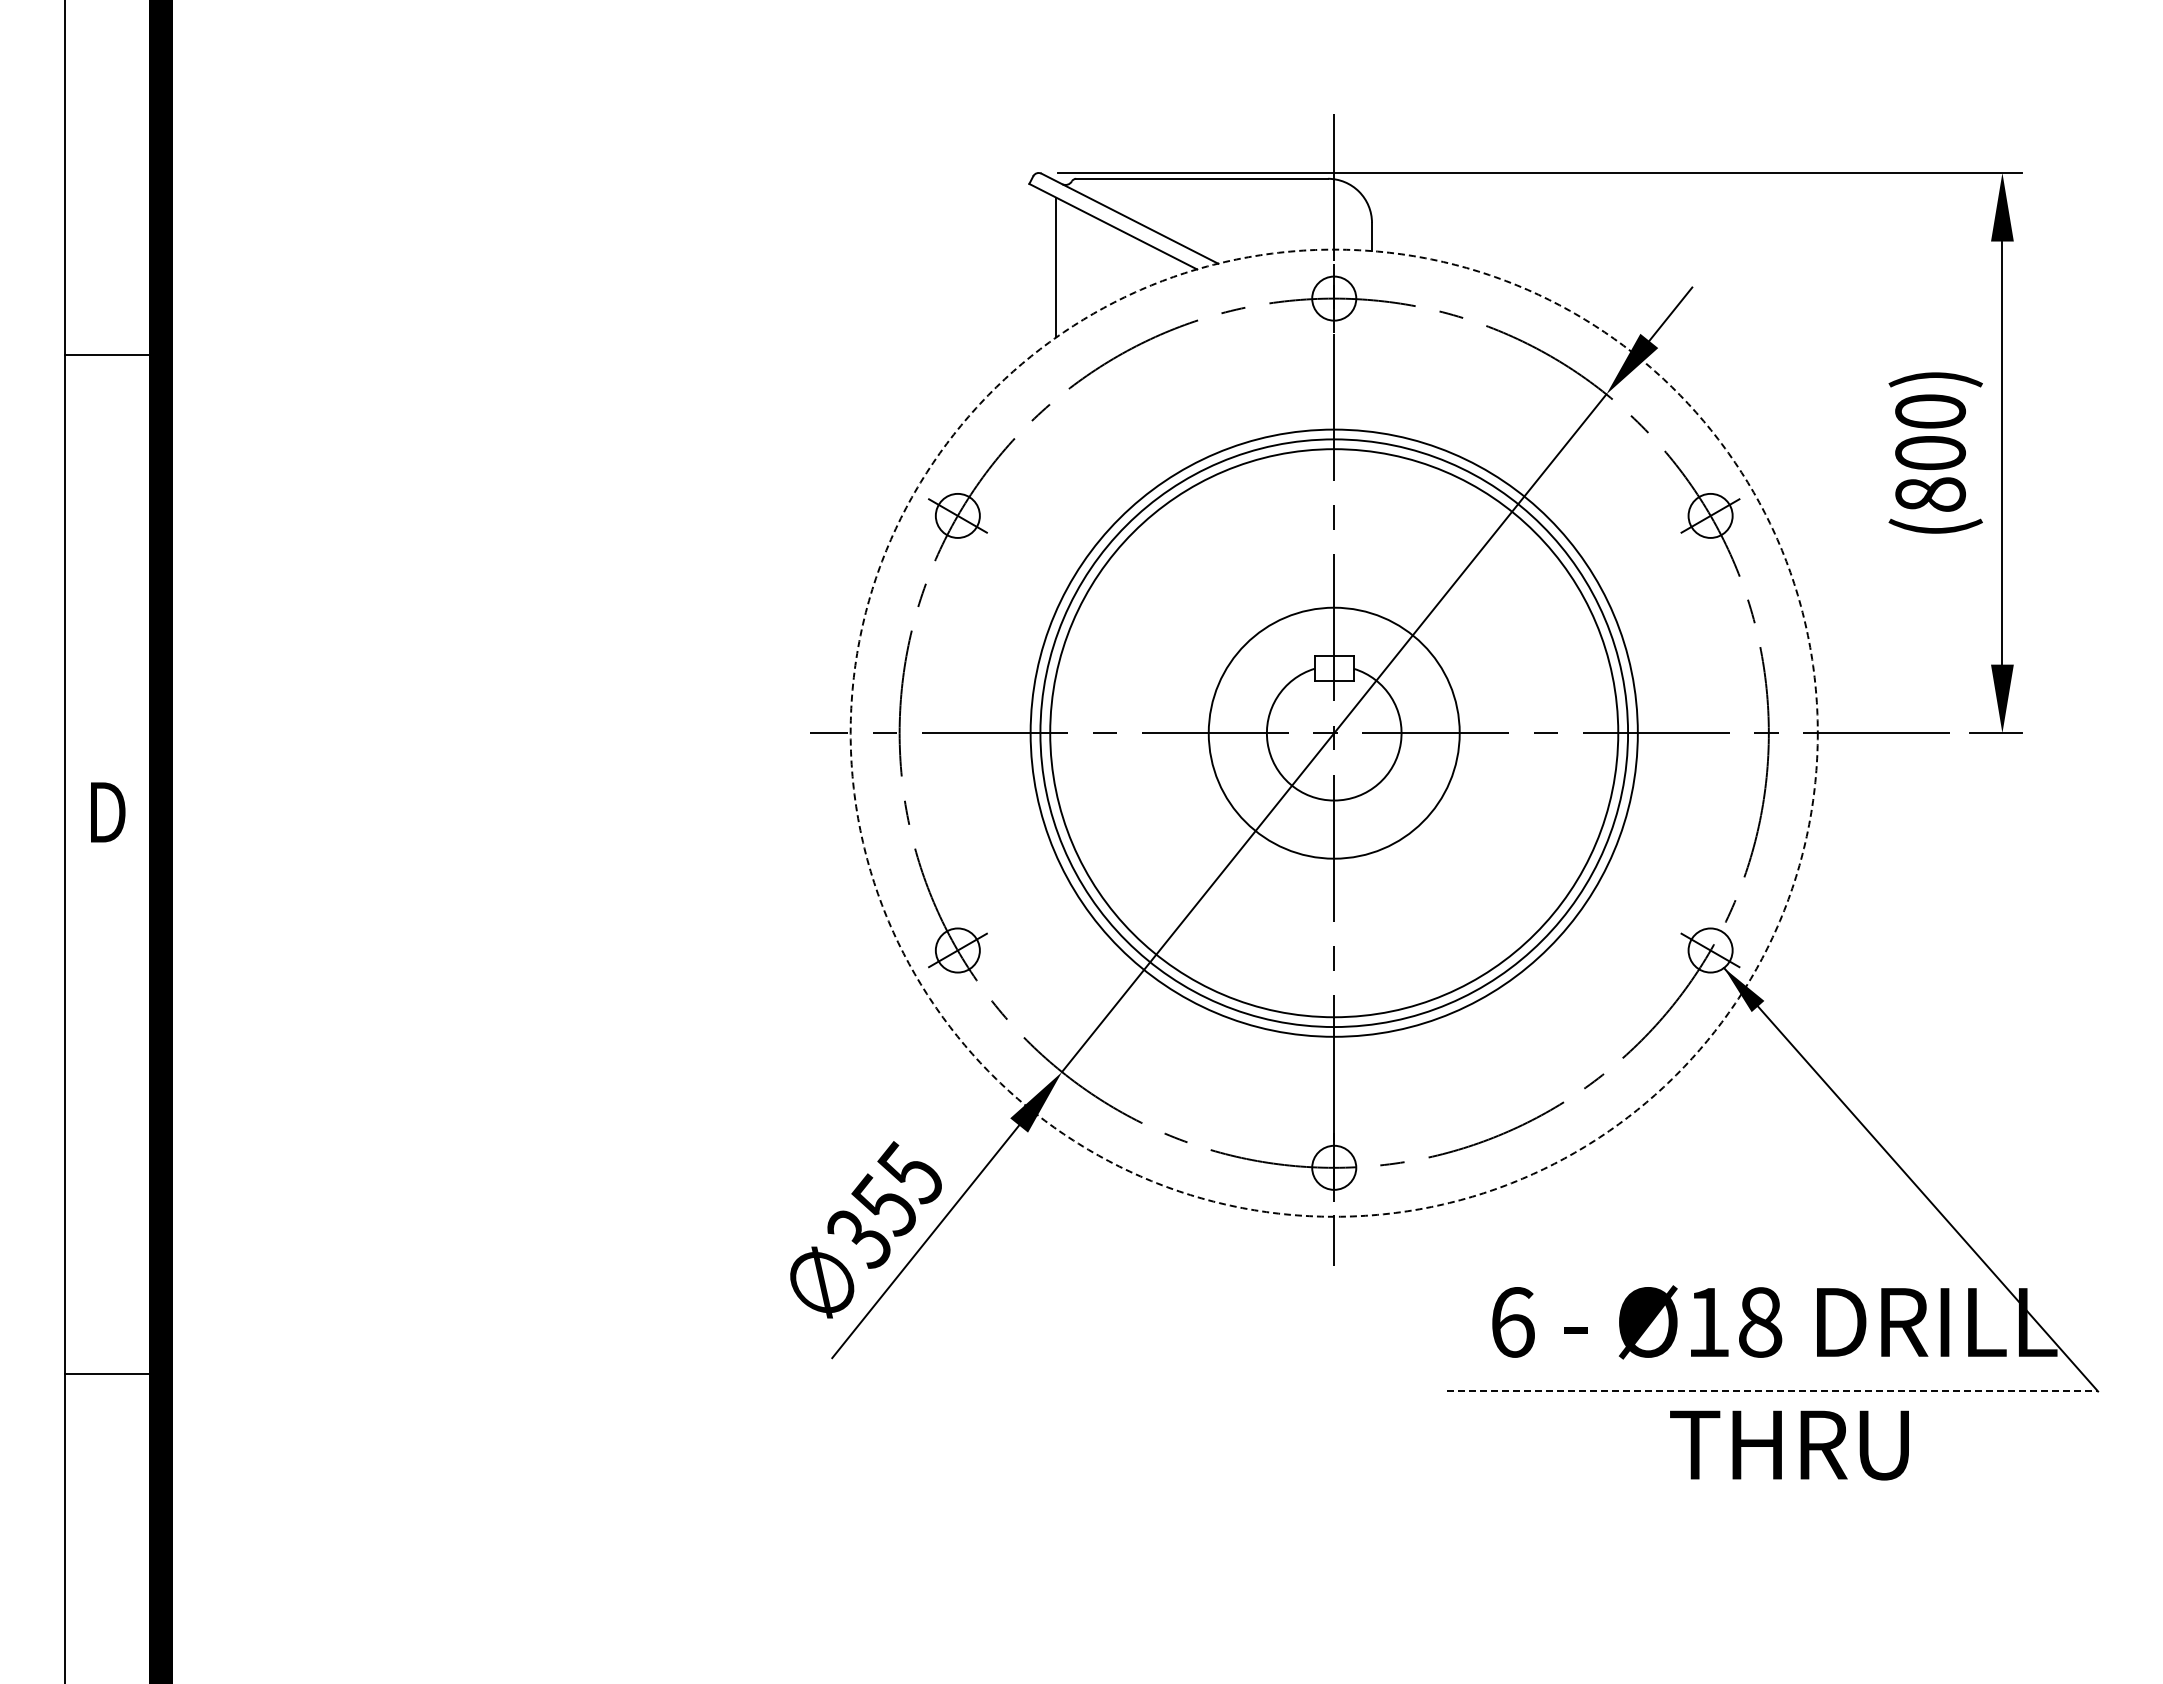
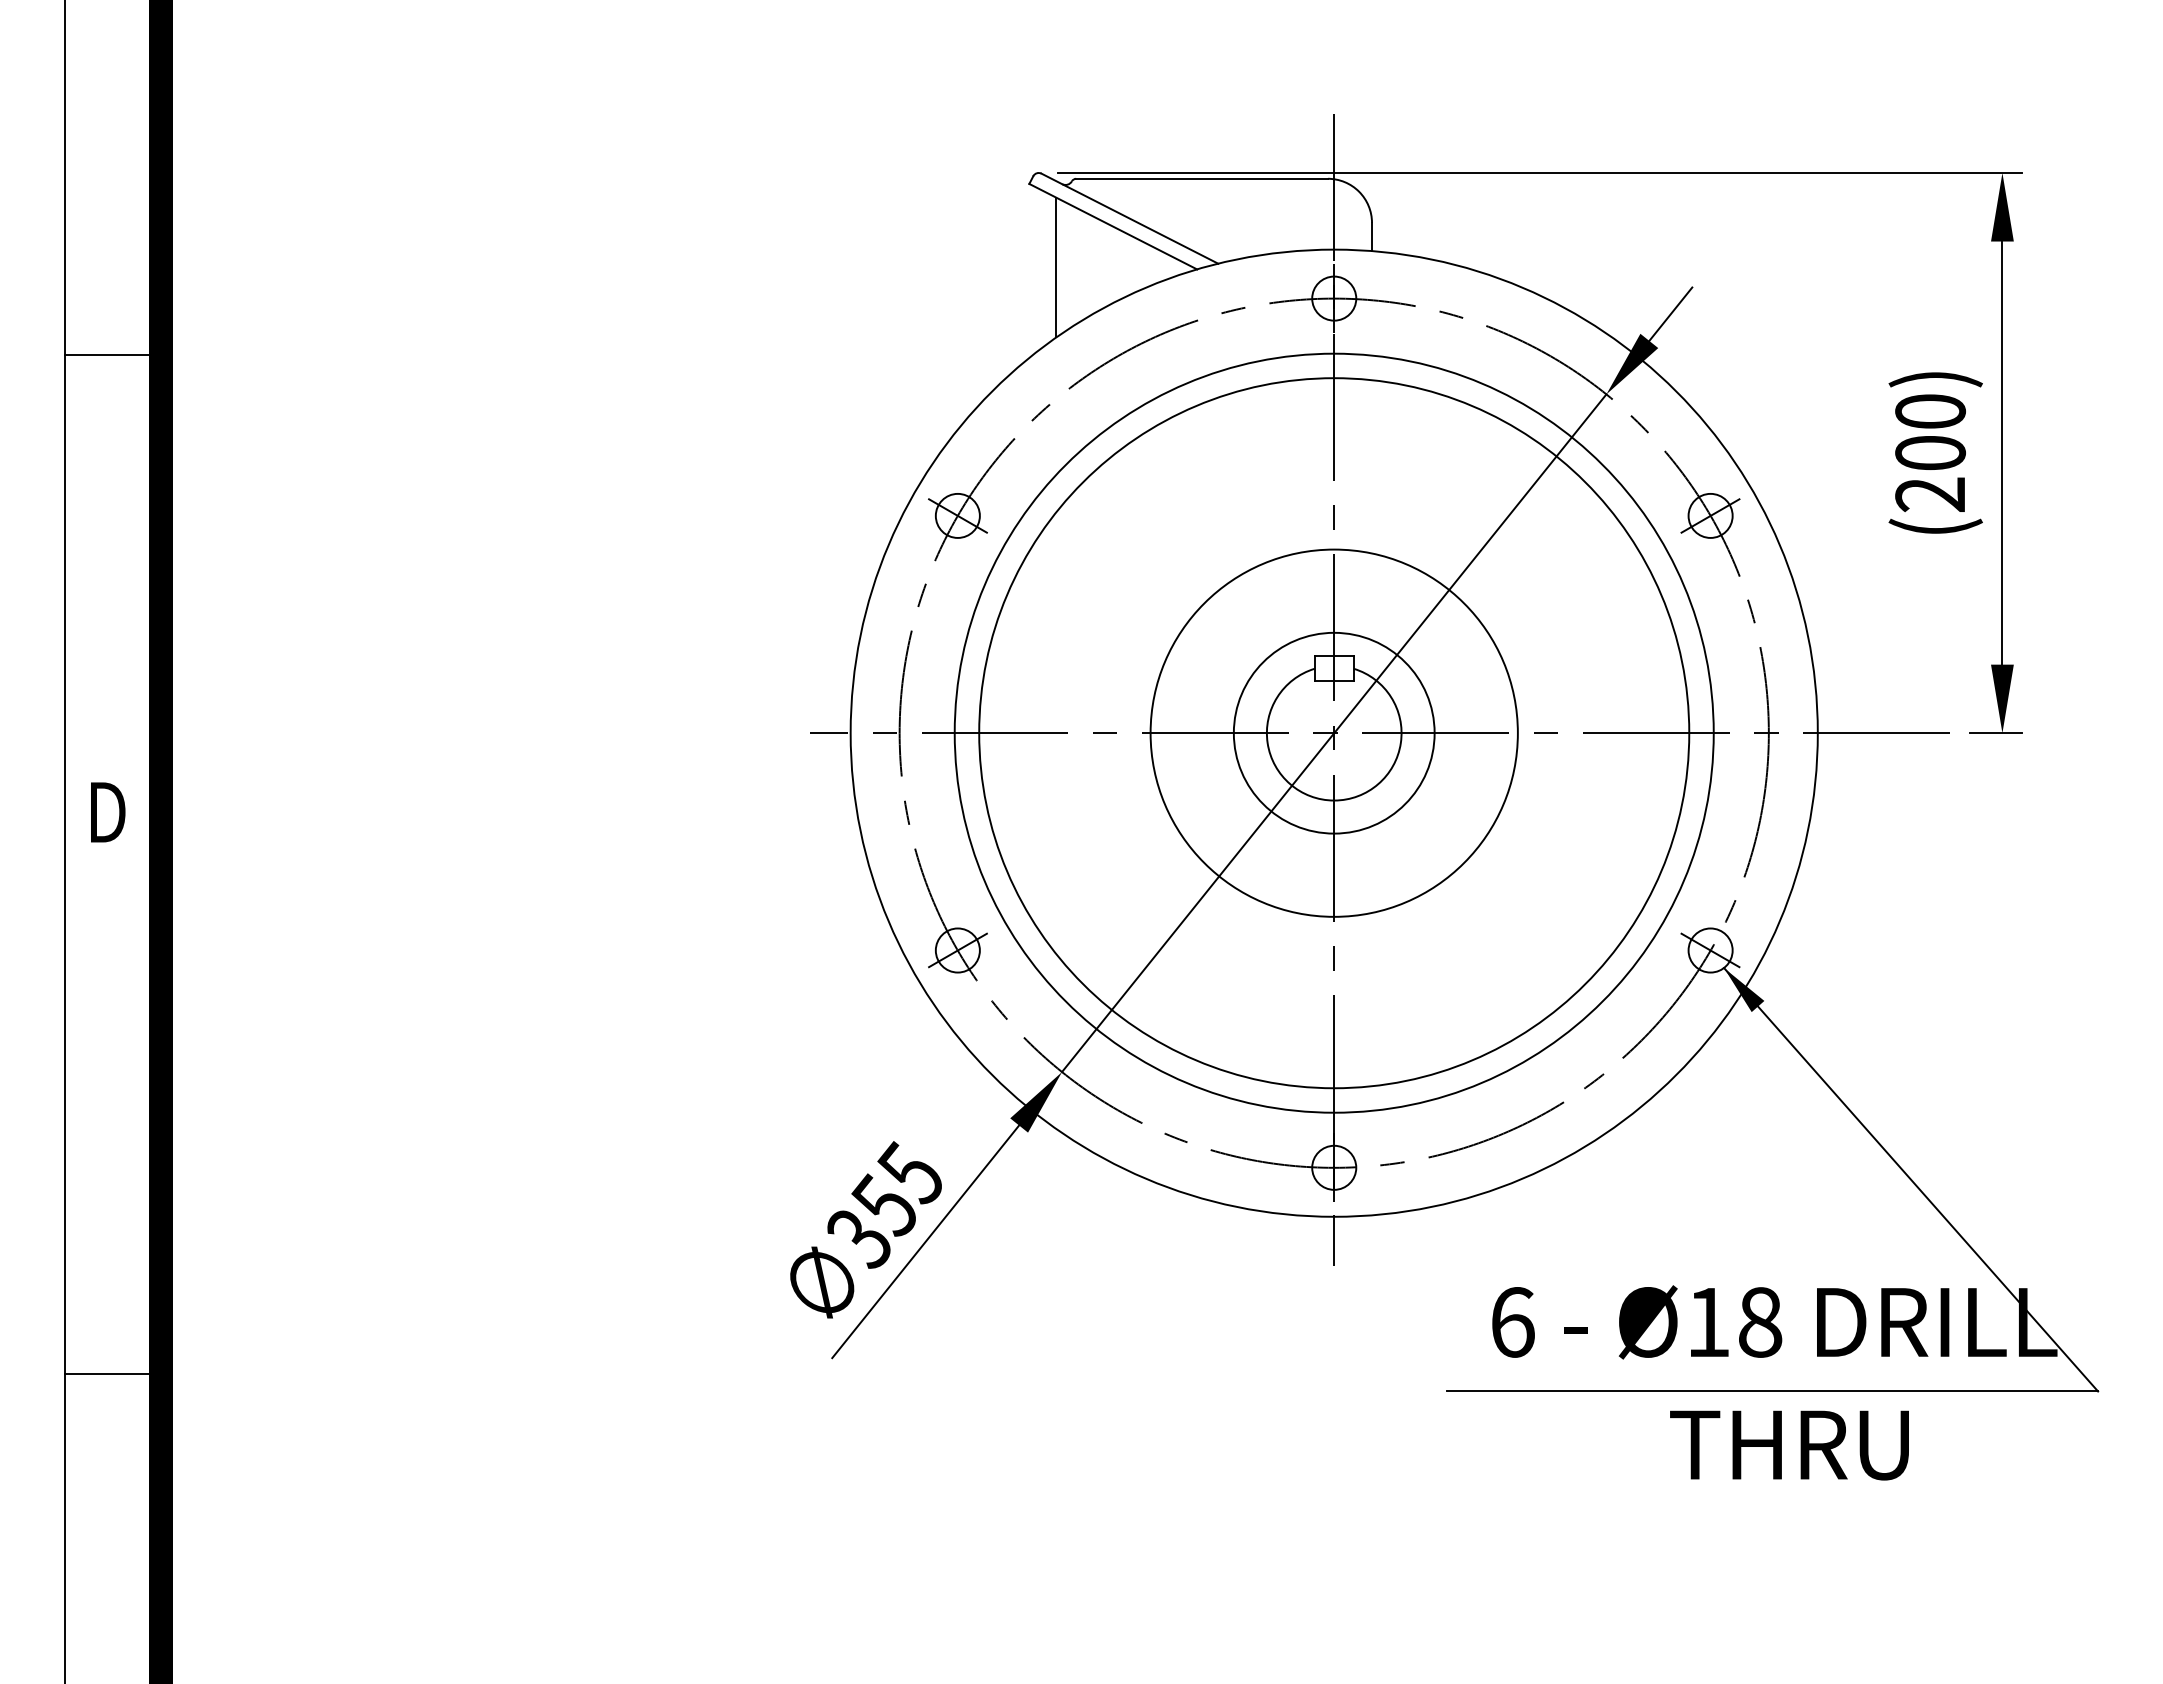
text at (1930, 494): (800) -> (200)
circle at (1333, 732) diameter: 251 px -> 201 px
circle at (1333, 732) diameter: 607 px -> 759 px
circle at (1333, 732): dashed -> solid
circle at (1334, 733) diameter: 568 px -> 710 px
circle at (1334, 733) diameter: 588 px -> 367 px
line at (1772, 1391): dashed -> solid
